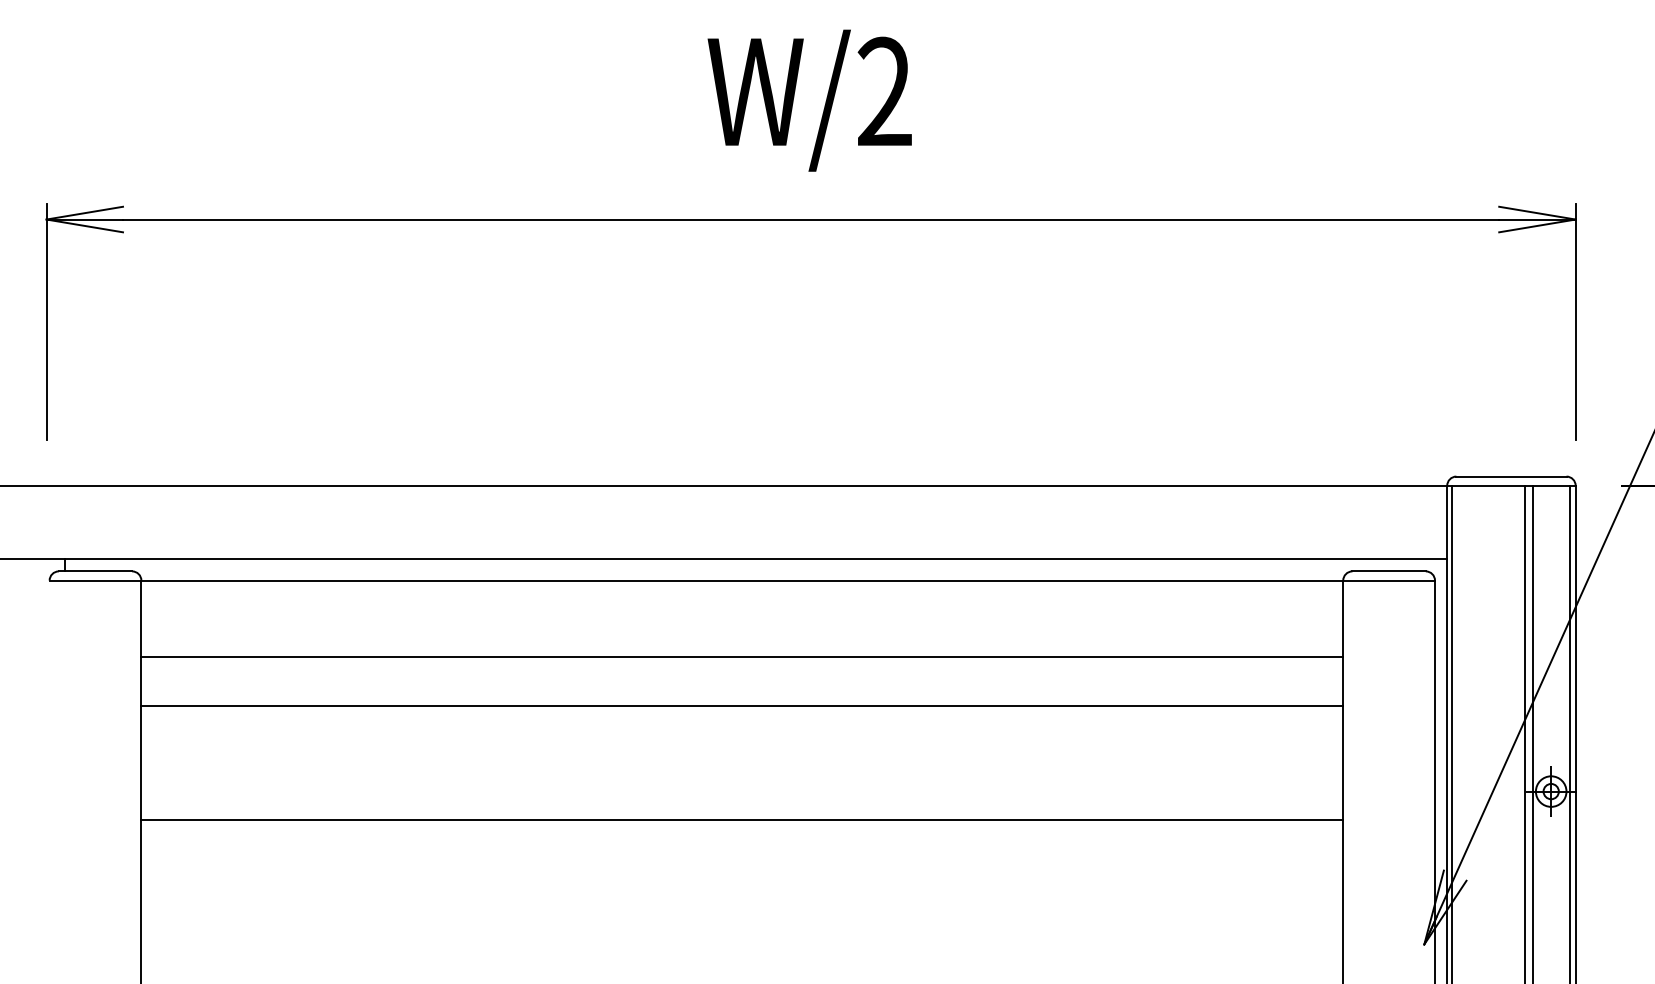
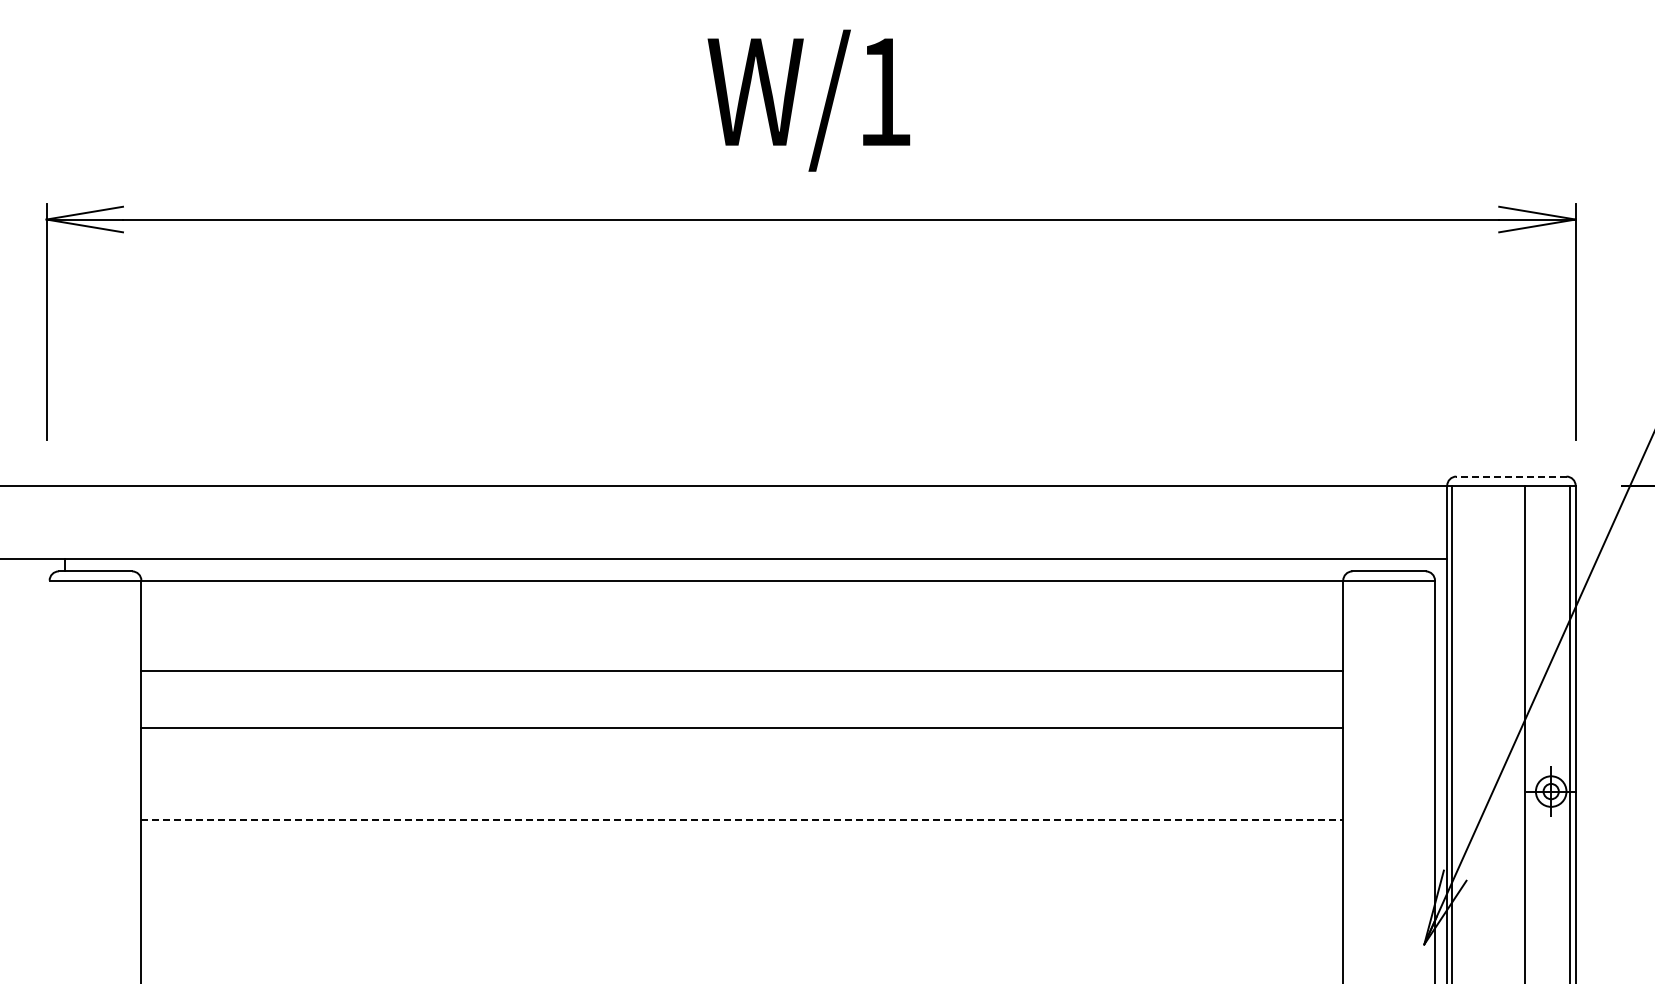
text at (884, 90): W/2 -> W/1
line at (1510, 476): solid -> dashed
line at (742, 657) position: (742, 657) -> (742, 671)
line at (742, 705) position: (742, 705) -> (742, 727)
line at (1532, 732): present -> none
line at (742, 820): solid -> dashed
